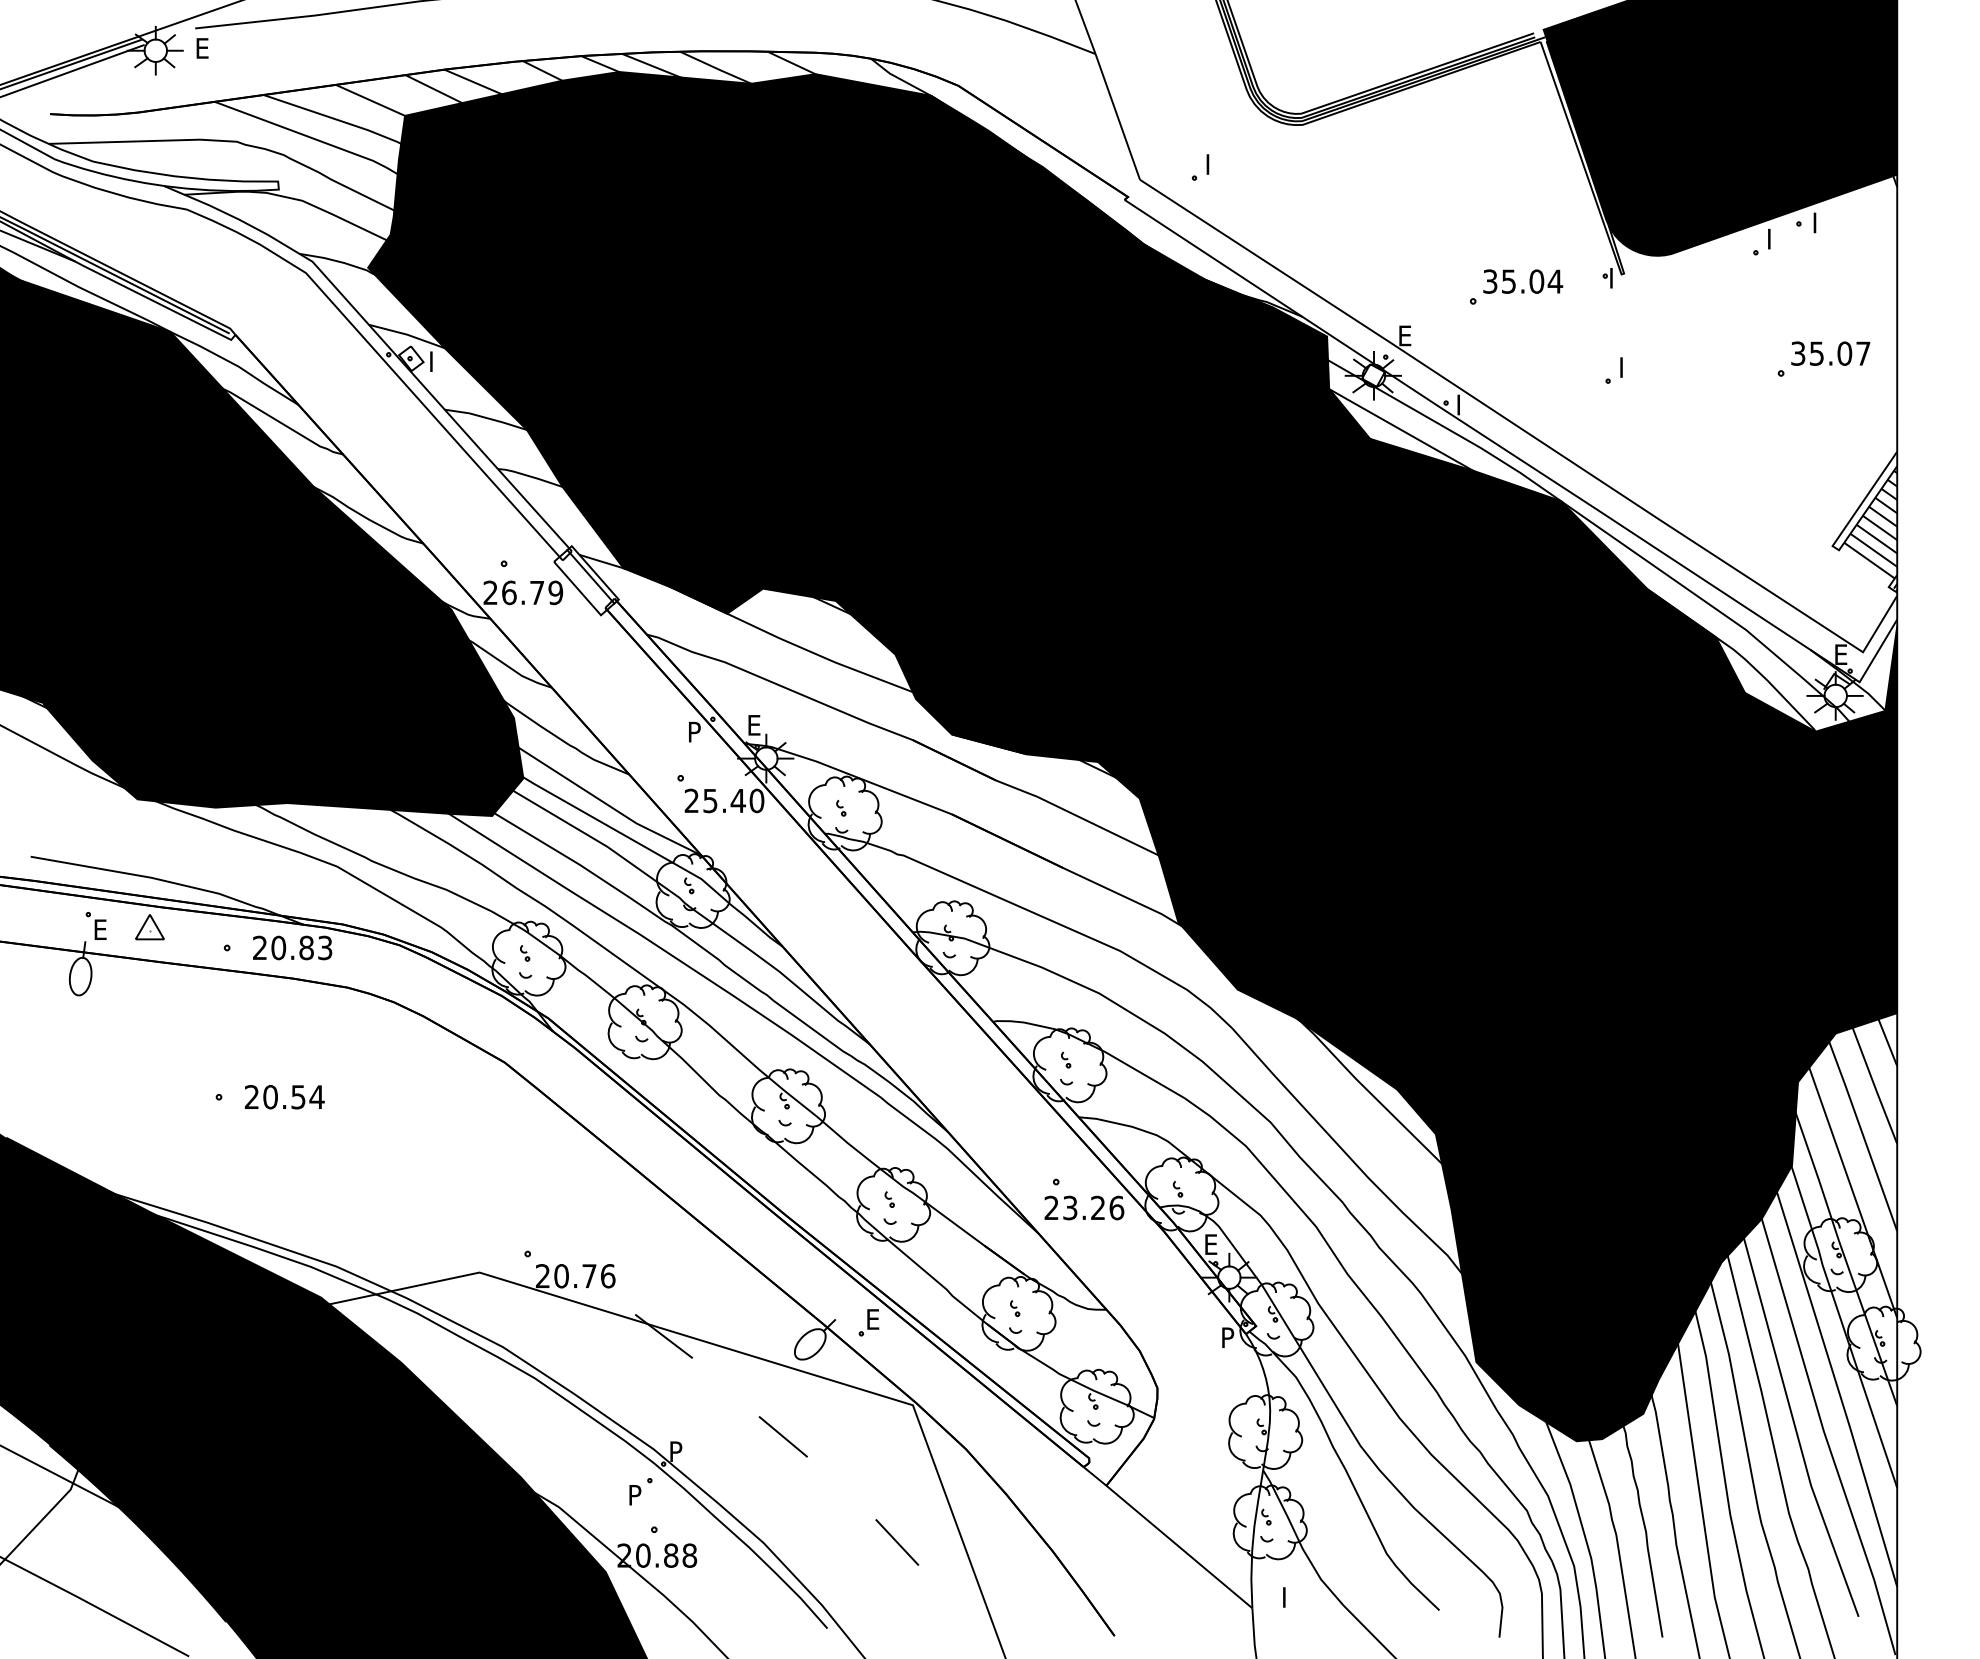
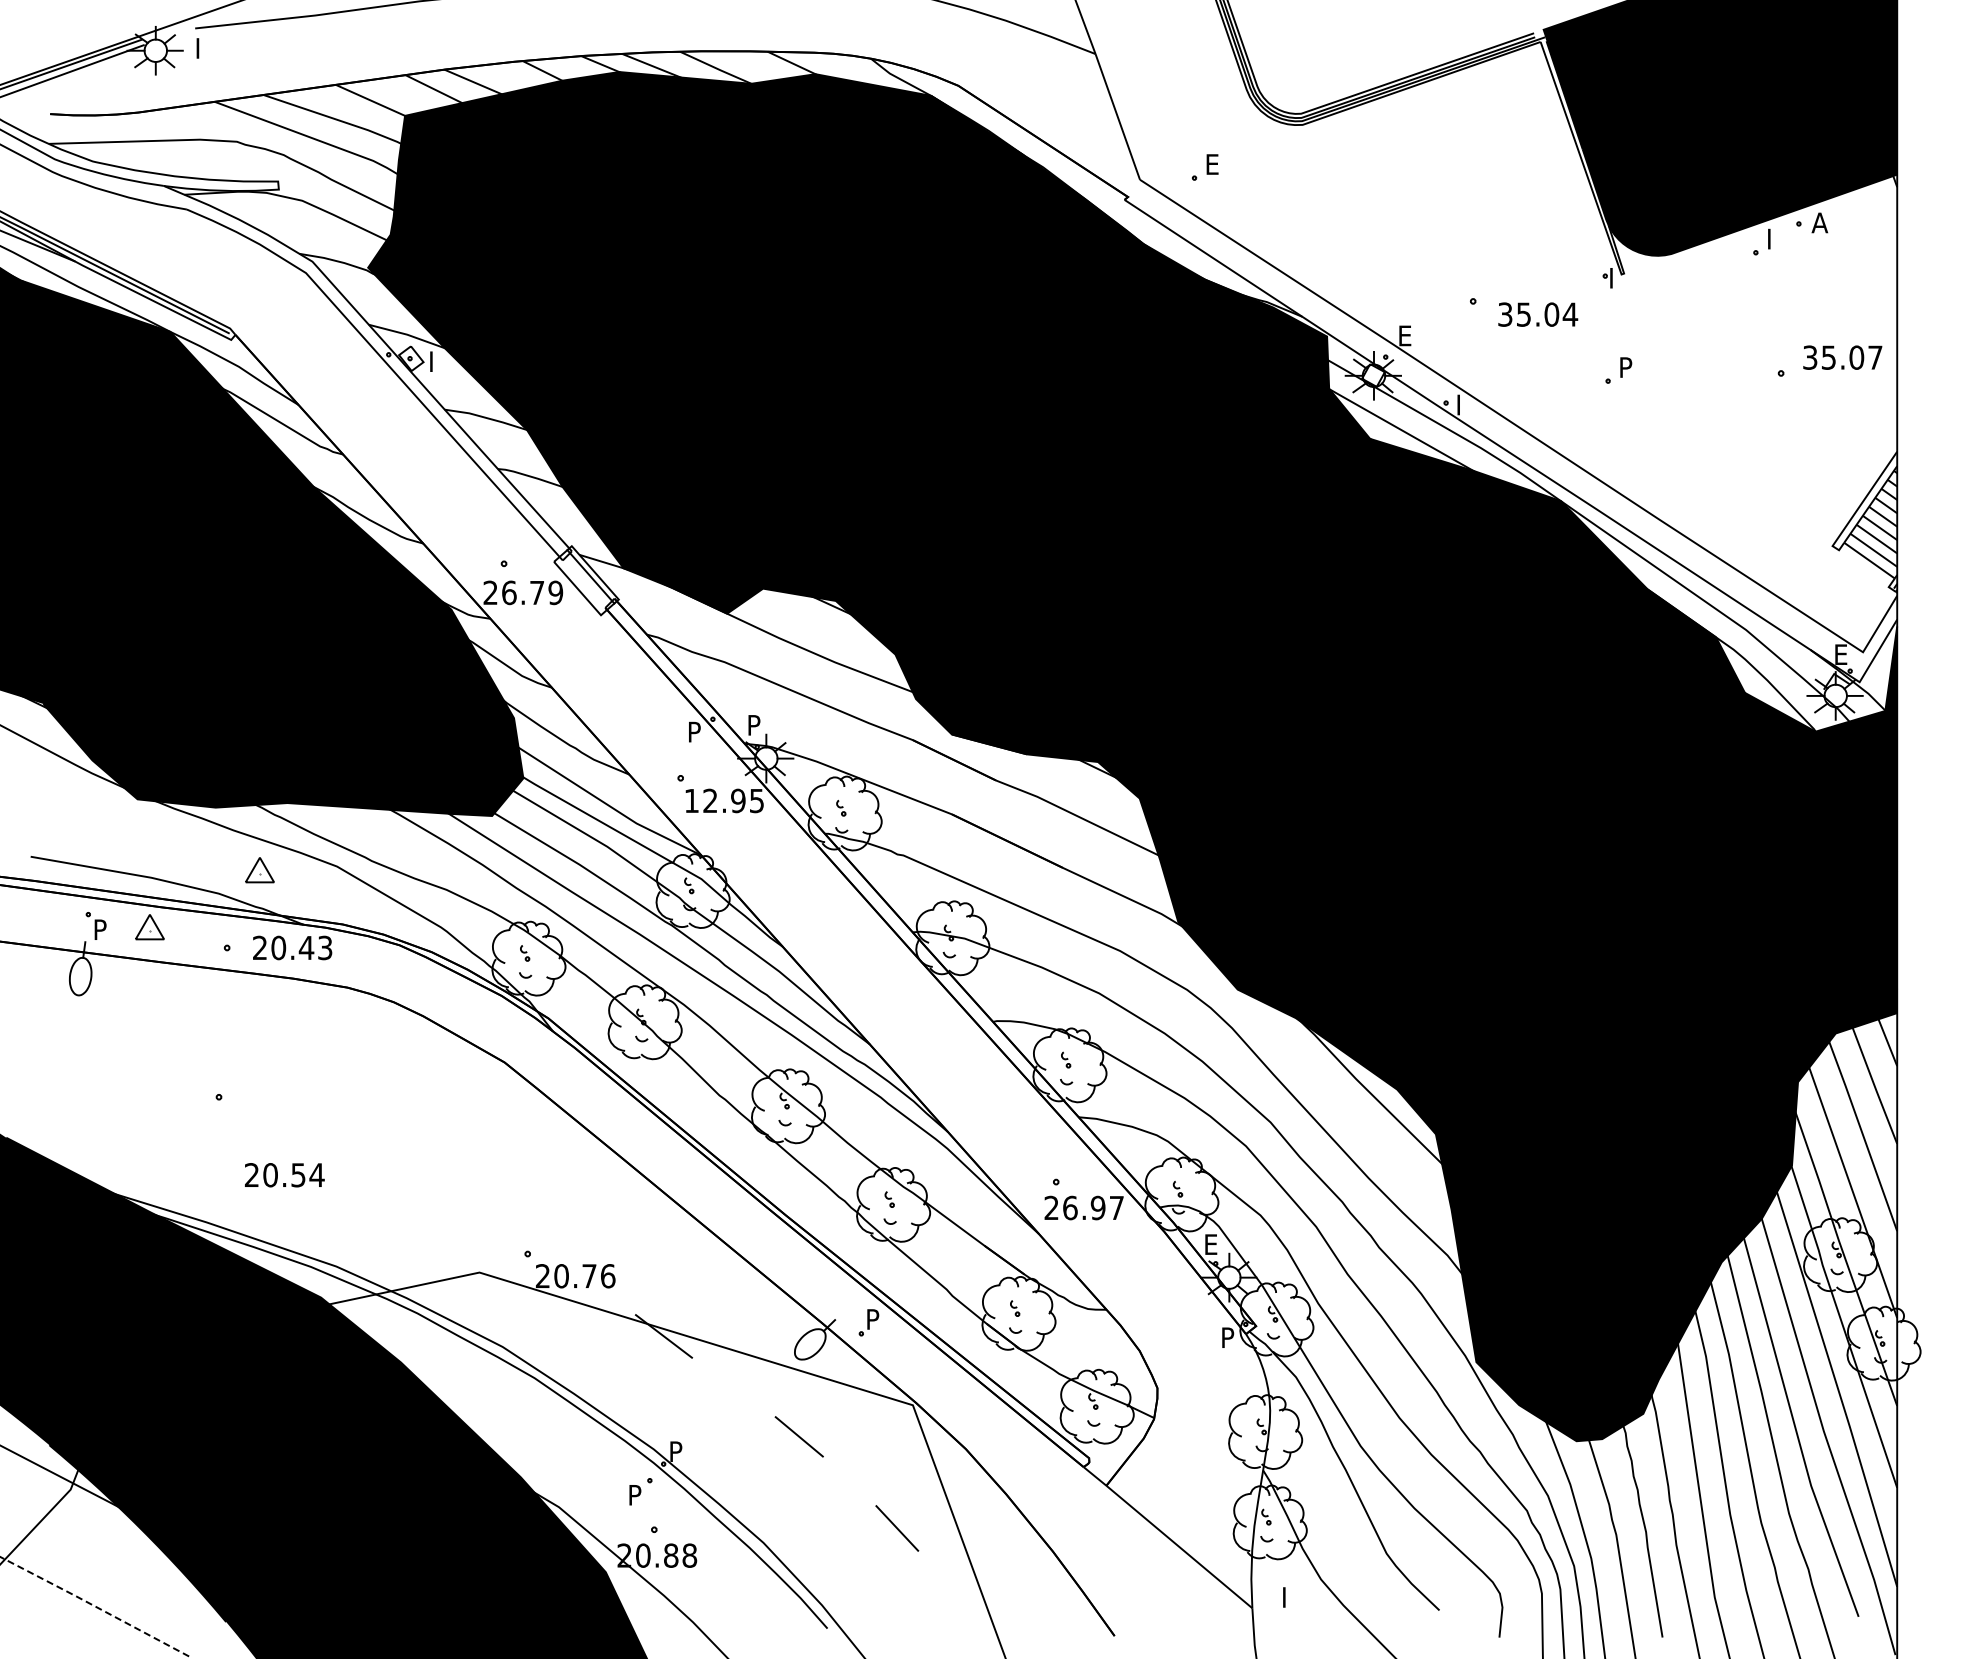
text at (203, 48): E -> I
text at (1213, 164): I -> E
text at (1819, 222): I -> A
text at (1523, 281) position: (1523, 281) -> (1538, 314)
text at (1830, 353) position: (1830, 353) -> (1842, 357)
text at (1627, 363): I -> P
text at (755, 725): E -> P
text at (724, 800): 25.40 -> 12.95
part at (259, 870): none -> present
text at (101, 929): E -> P
text at (306, 947): 20.83 -> 20.43
text at (284, 1097) position: (284, 1097) -> (284, 1175)
text at (1093, 1207): 23.26 -> 26.97
text at (874, 1319): E -> P
line at (782, 1436) position: (782, 1436) -> (798, 1436)
line at (897, 1542) position: (897, 1542) -> (897, 1528)
line at (94, 1606): solid -> dashed
